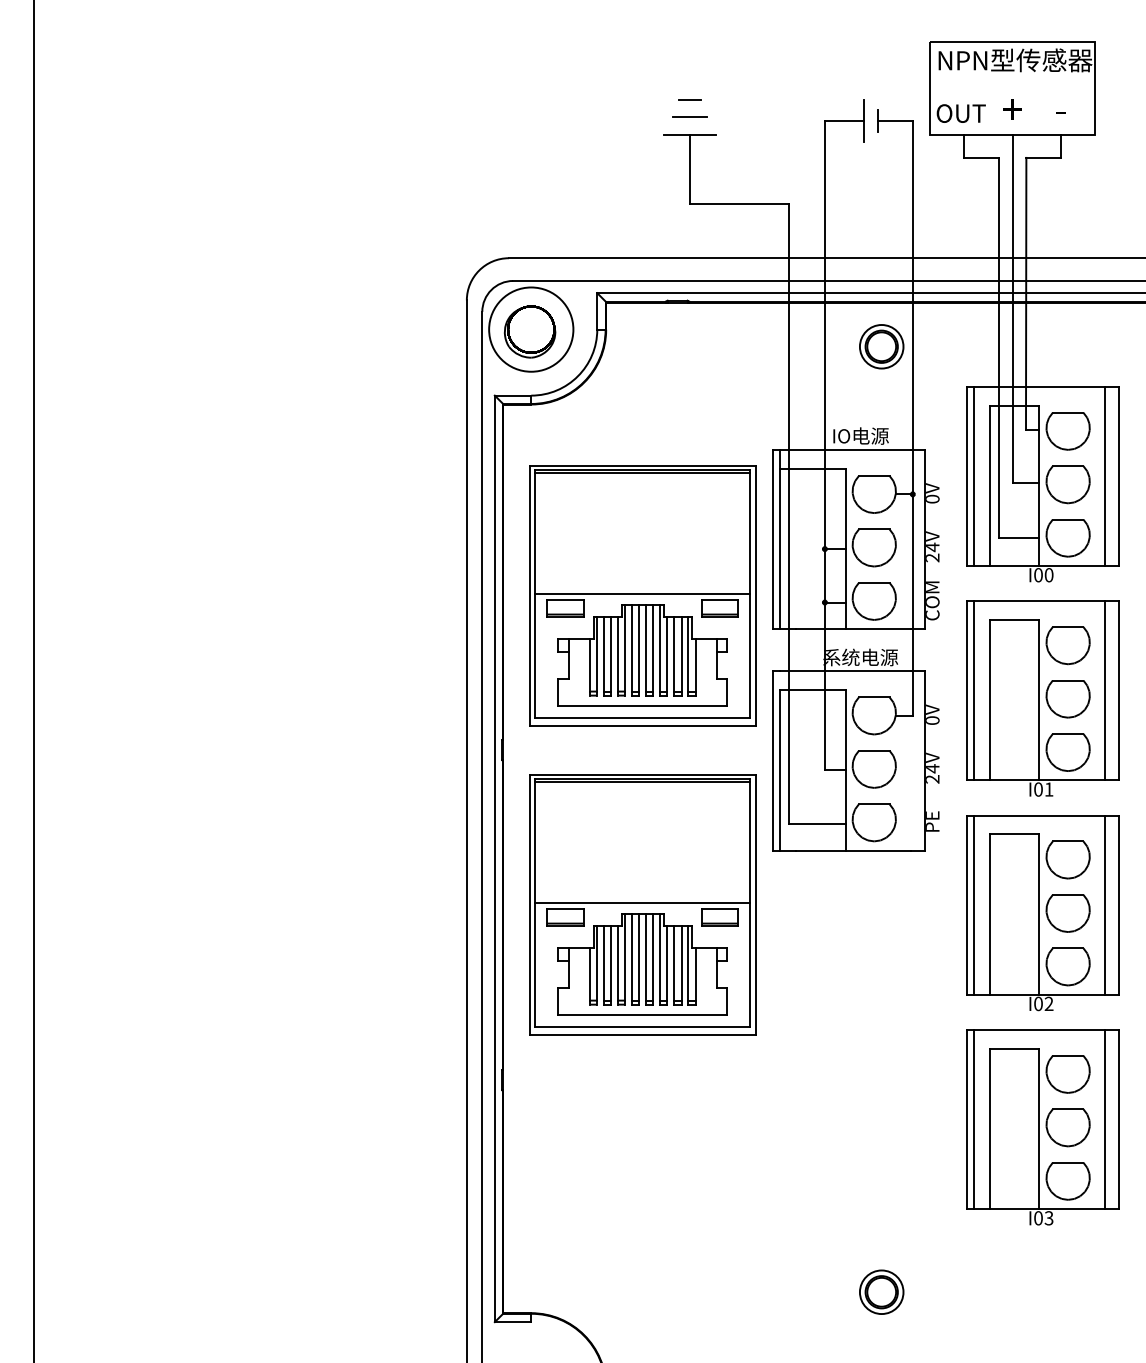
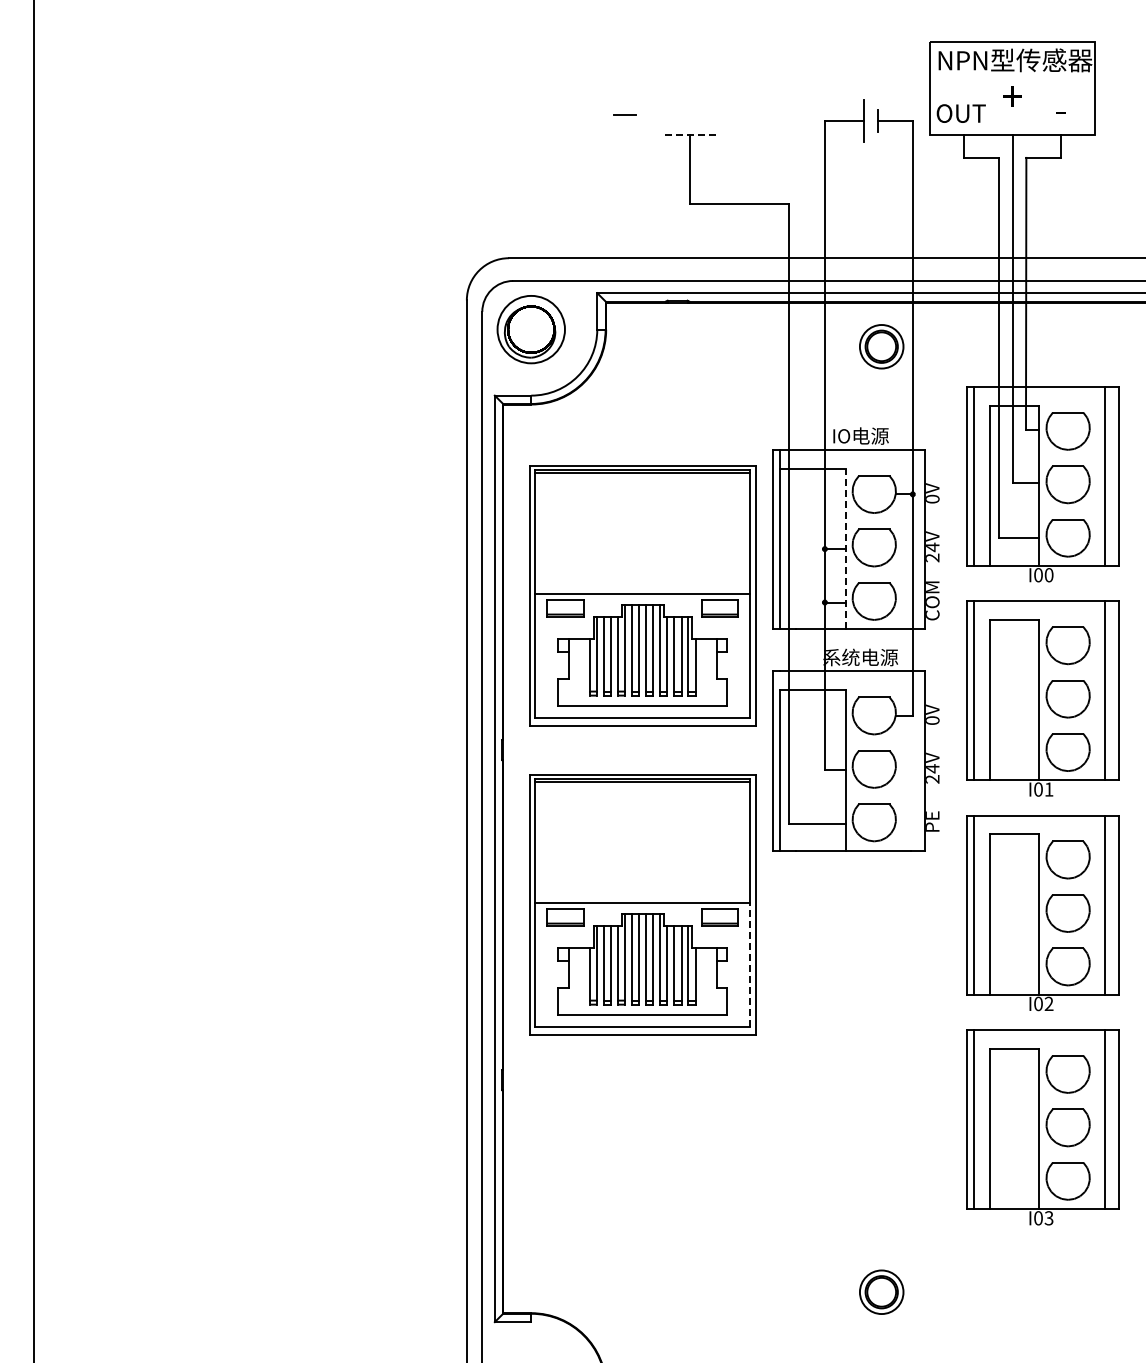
line at (689, 99) position: (689, 99) -> (624, 114)
text at (1012, 109) position: (1012, 109) -> (1012, 96)
line at (689, 116): present -> none
line at (689, 134): solid -> dashed
circle at (531, 329) diameter: 84 px -> 67 px
line at (845, 548): solid -> dashed
line at (750, 964): solid -> dashed
